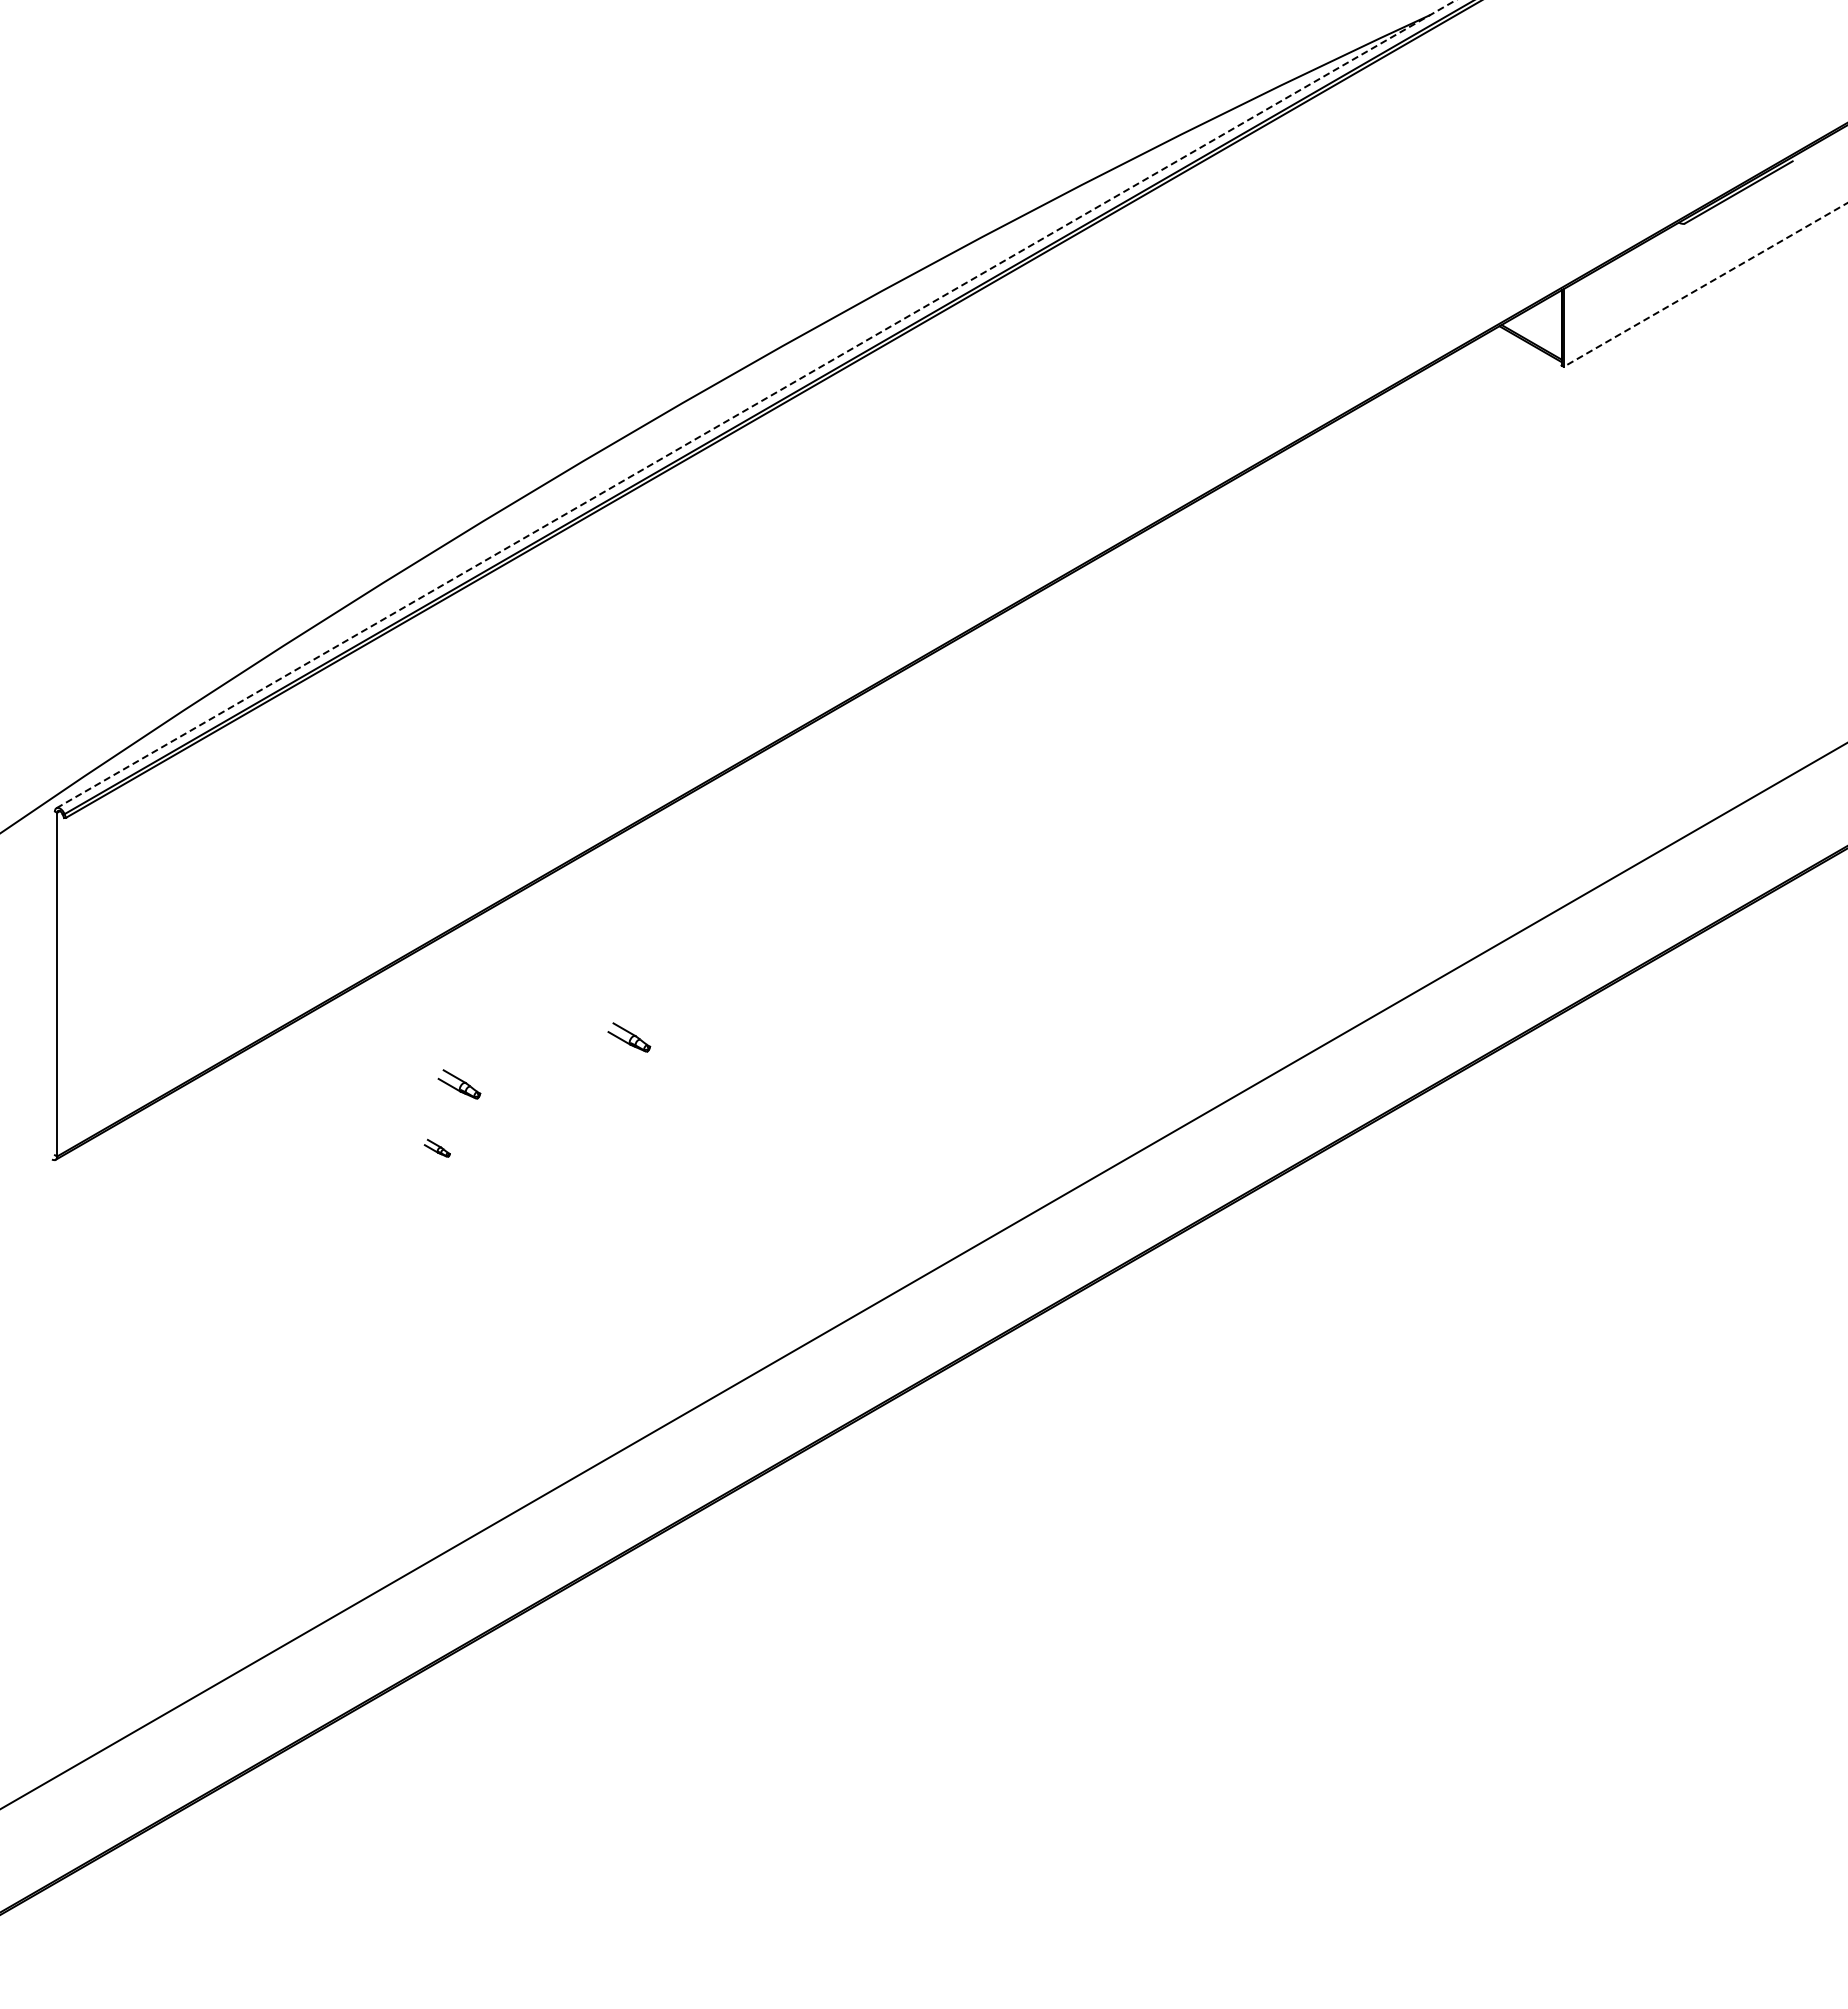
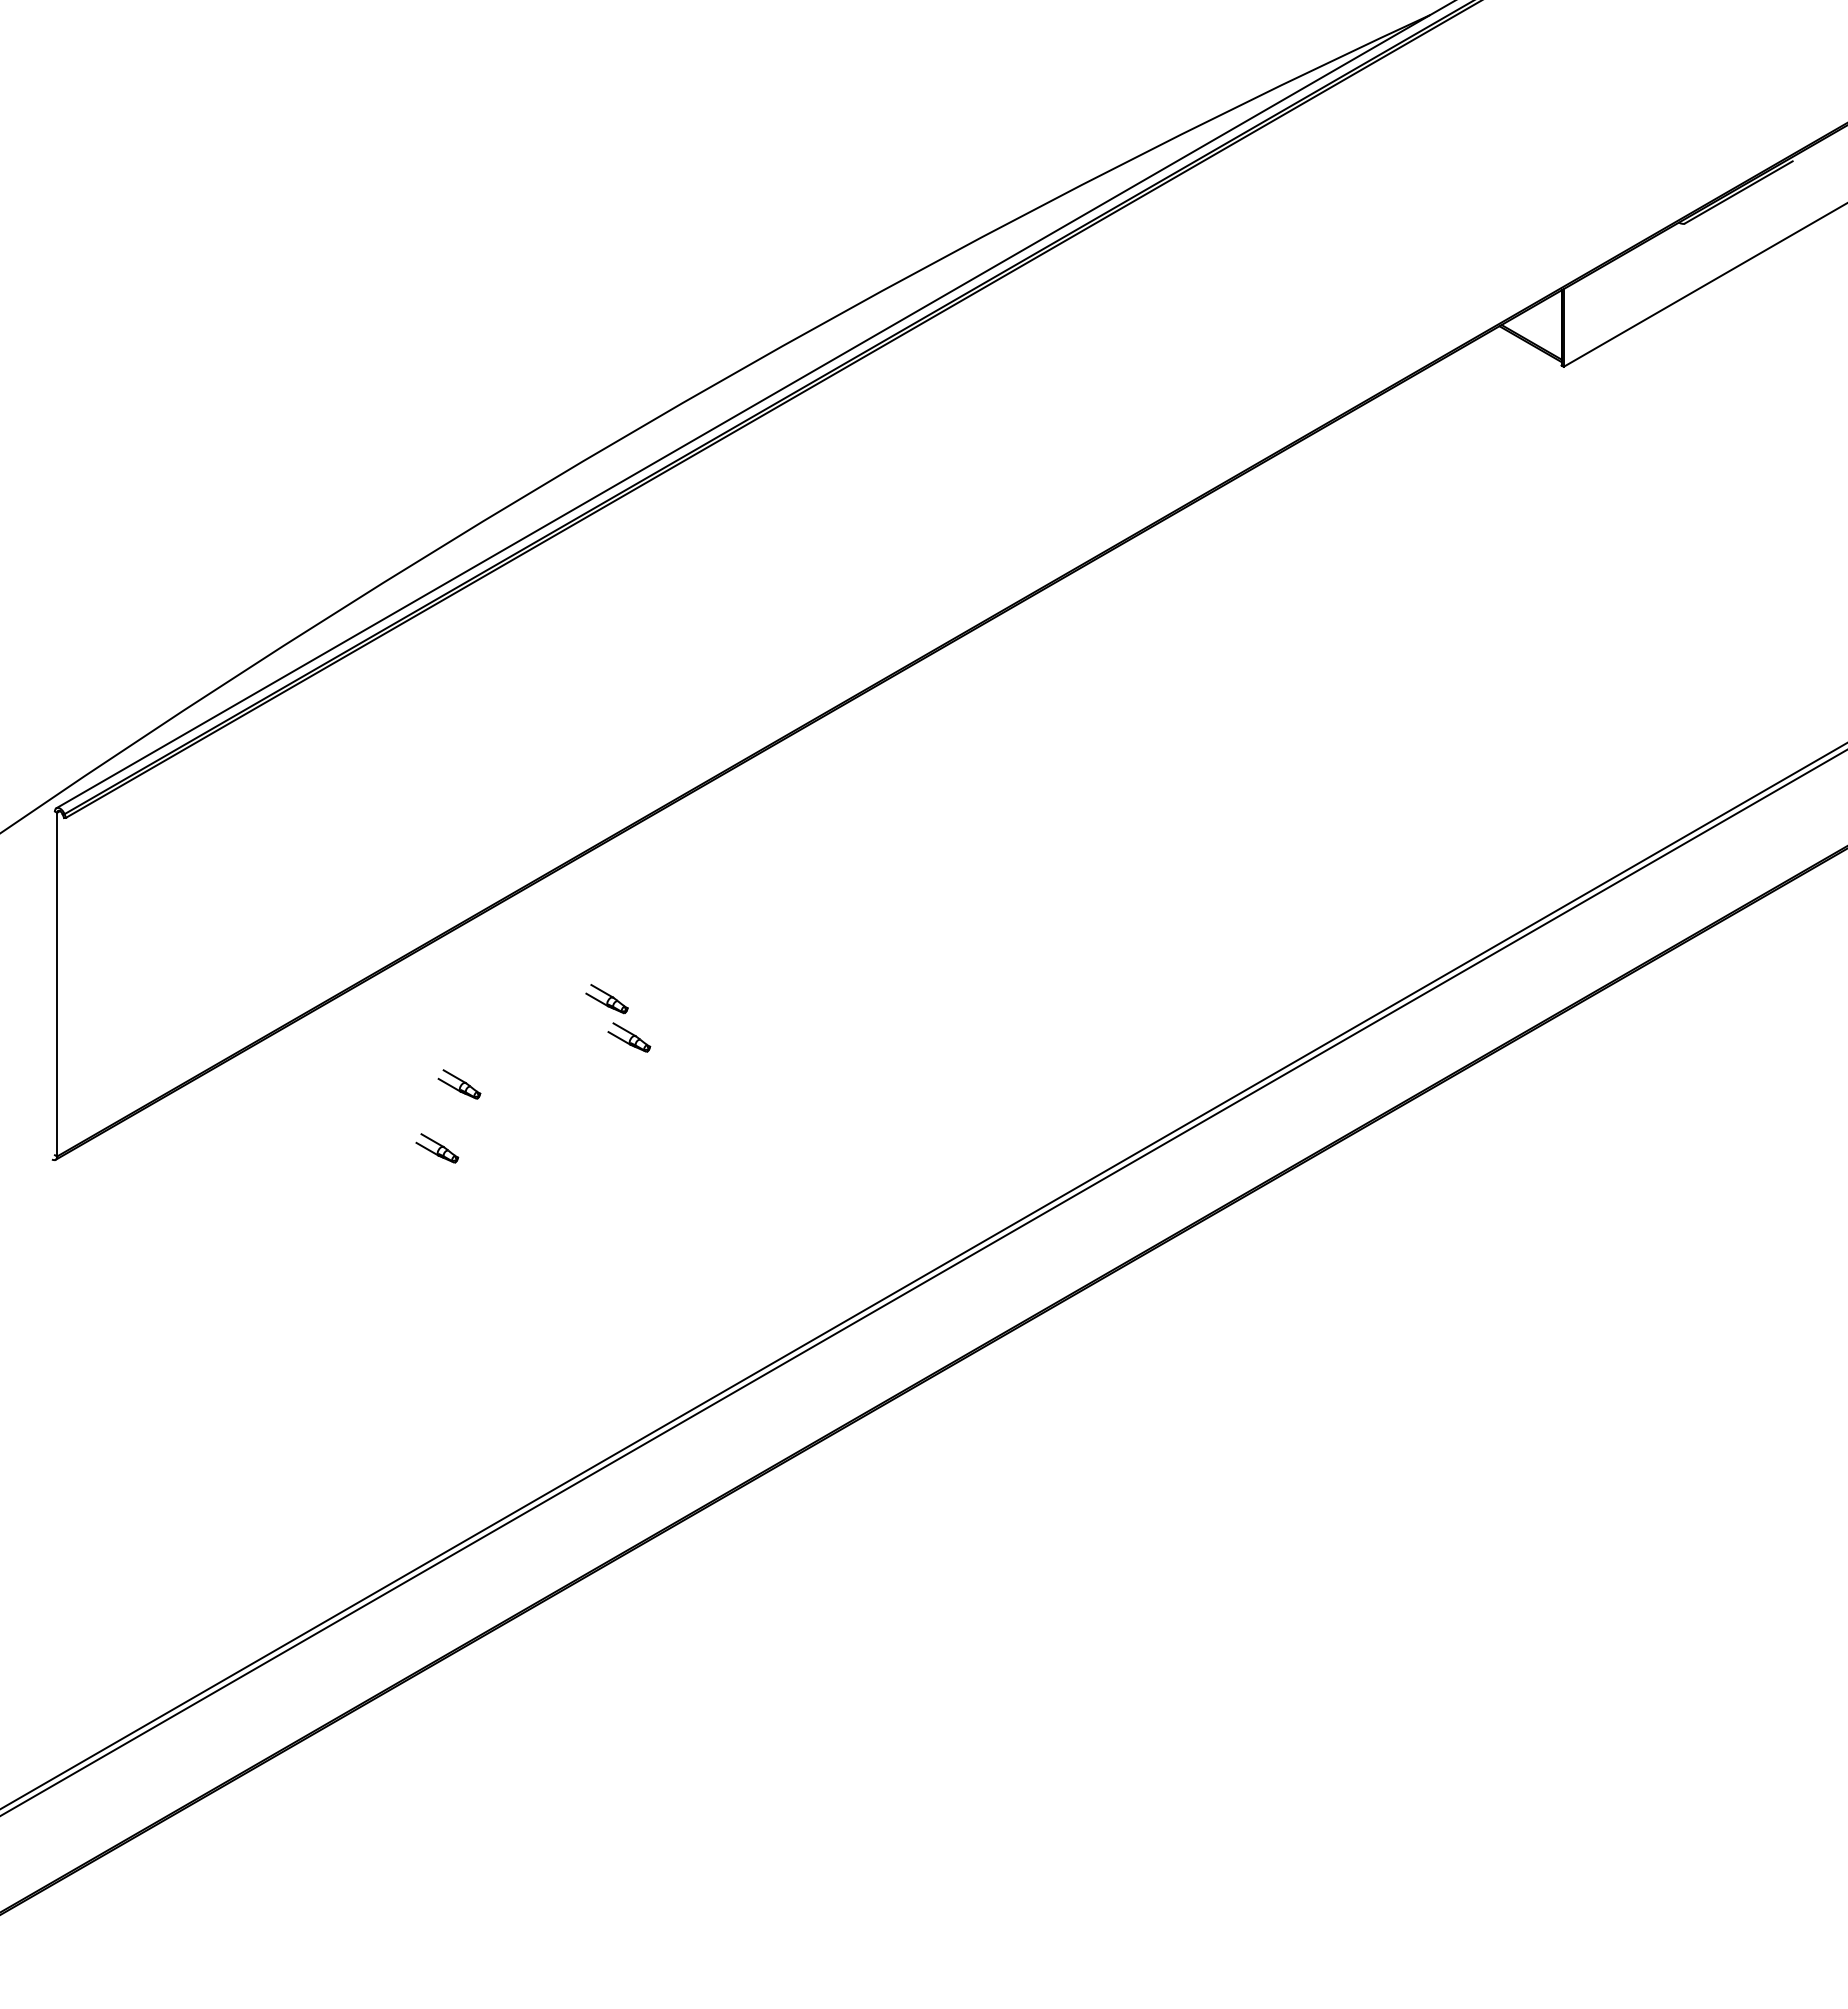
line at (1705, 285): dashed -> solid
line at (756, 404): dashed -> solid
part at (606, 999): none -> present
part at (436, 1147) size: 28x20 px -> 45x31 px
line at (923, 1282): none -> present
